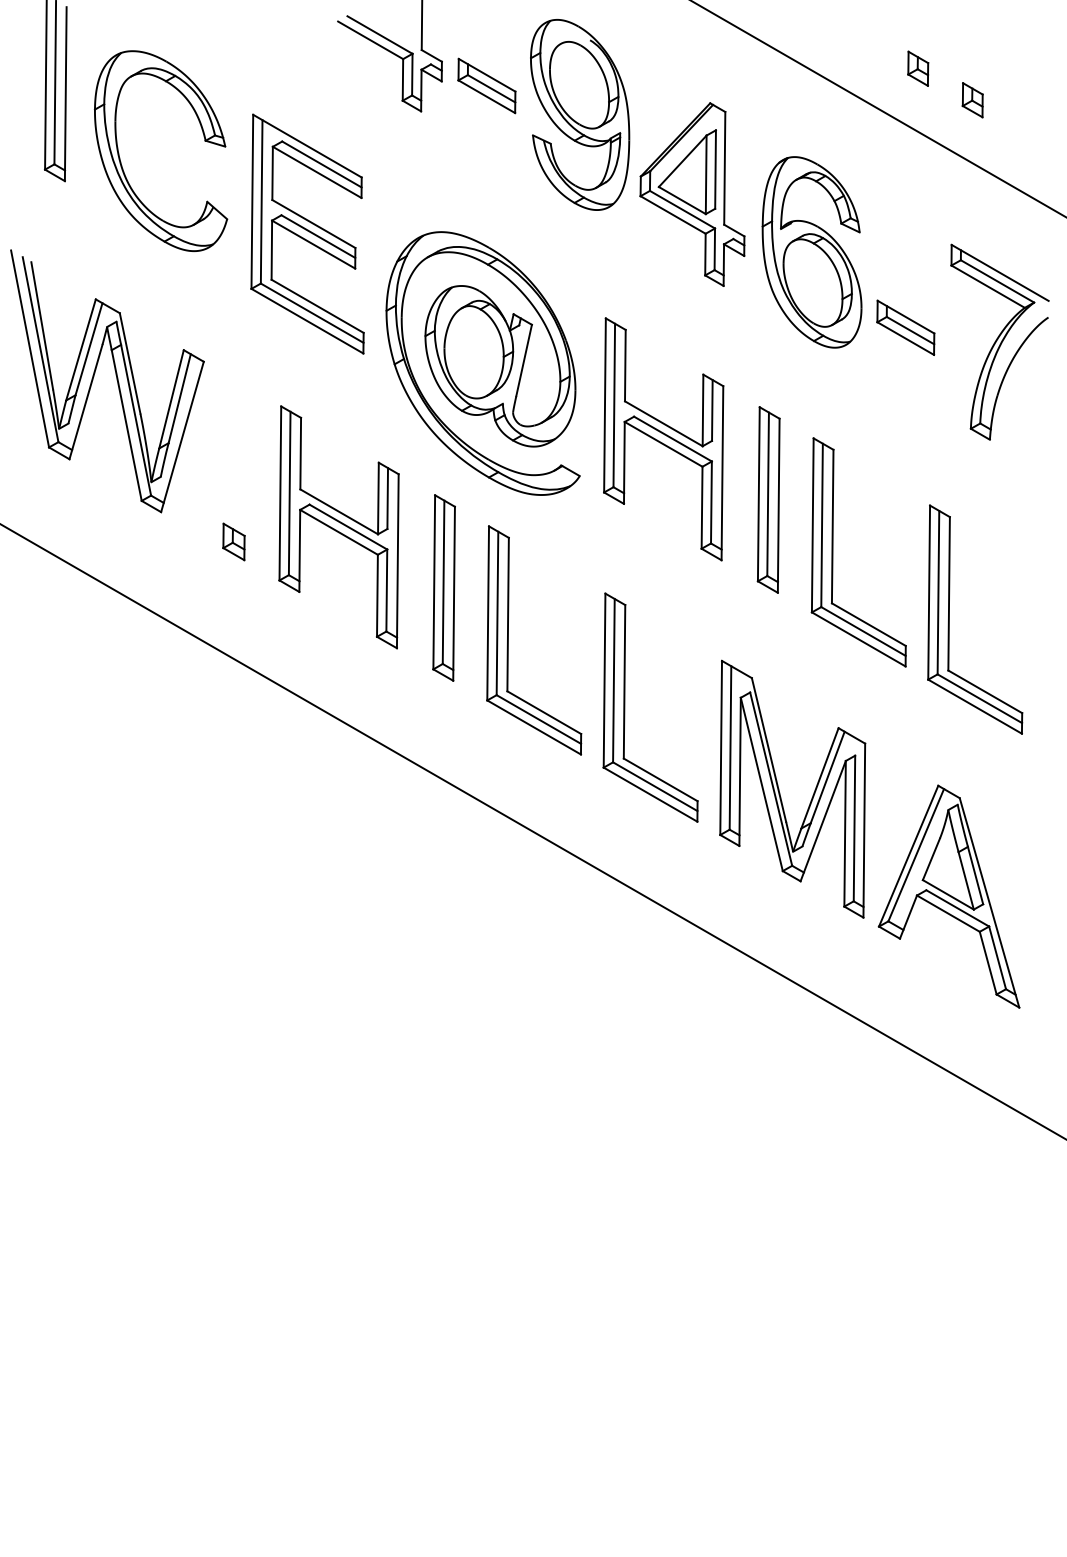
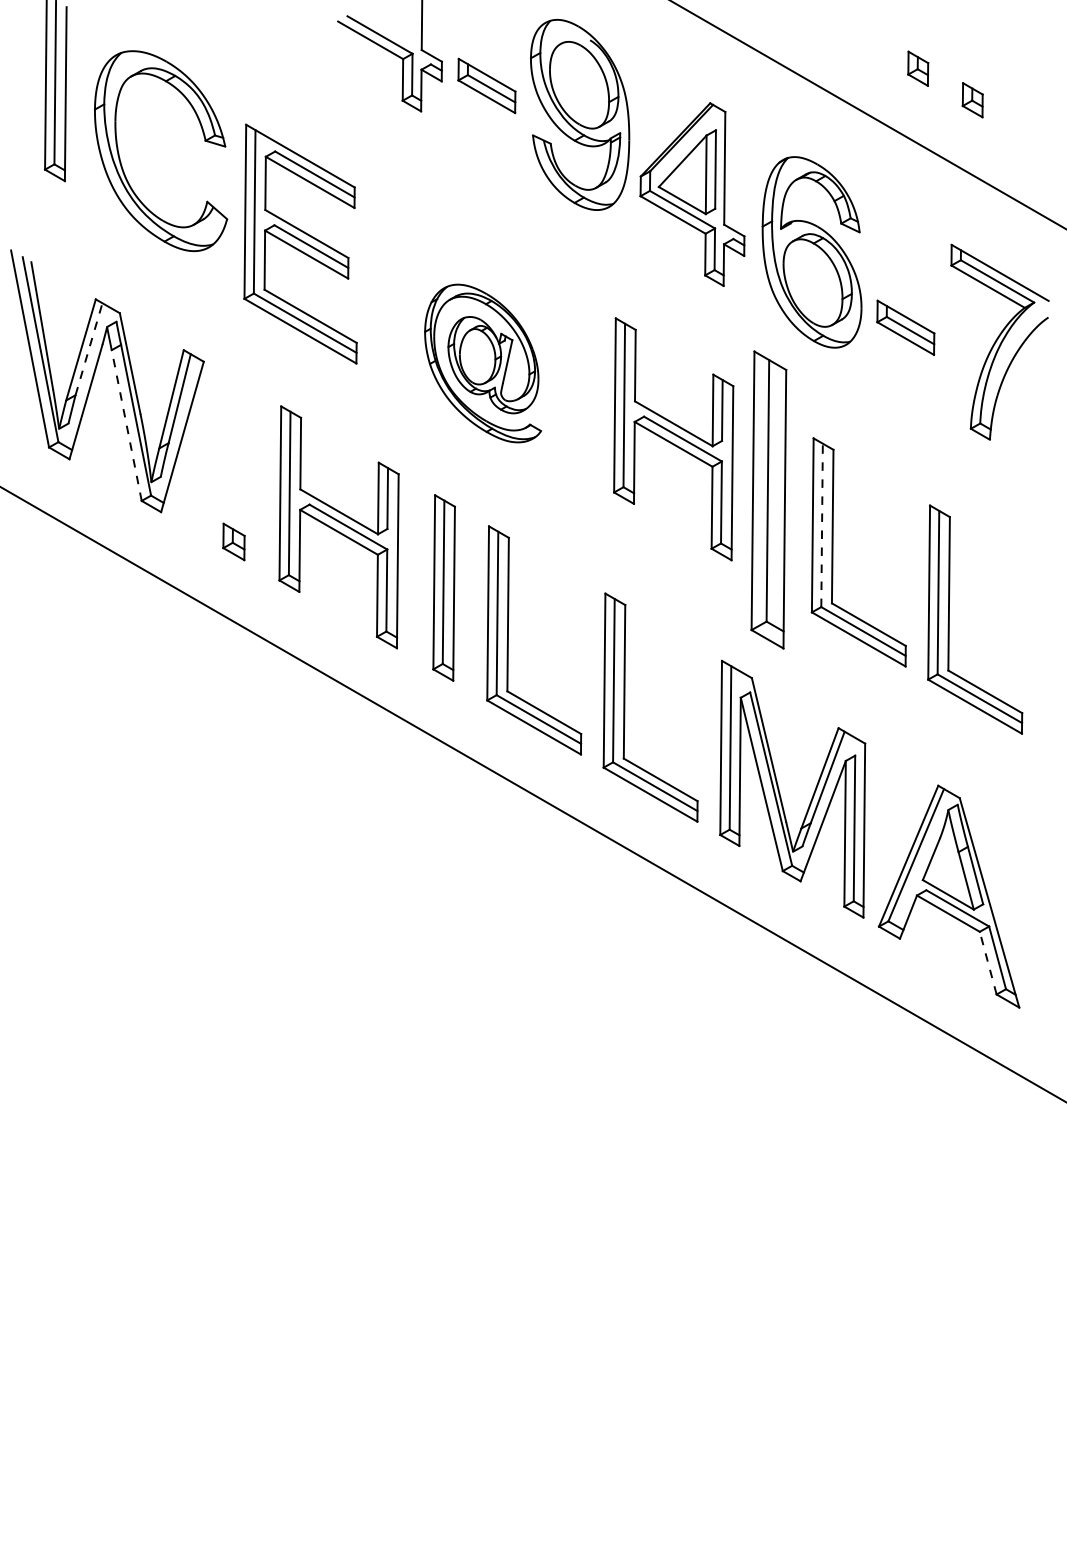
line at (878, 108) position: (878, 108) -> (868, 114)
part at (307, 233) position: (307, 233) -> (300, 243)
line at (89, 349): solid -> dashed
part at (482, 363) size: 196x265 px -> 118x161 px
line at (126, 425): solid -> dashed
part at (663, 439) position: (663, 439) -> (673, 439)
part at (768, 499) size: 25x188 px -> 38x300 px
line at (822, 525): solid -> dashed
line at (532, 831) position: (532, 831) -> (532, 794)
line at (988, 962): solid -> dashed
